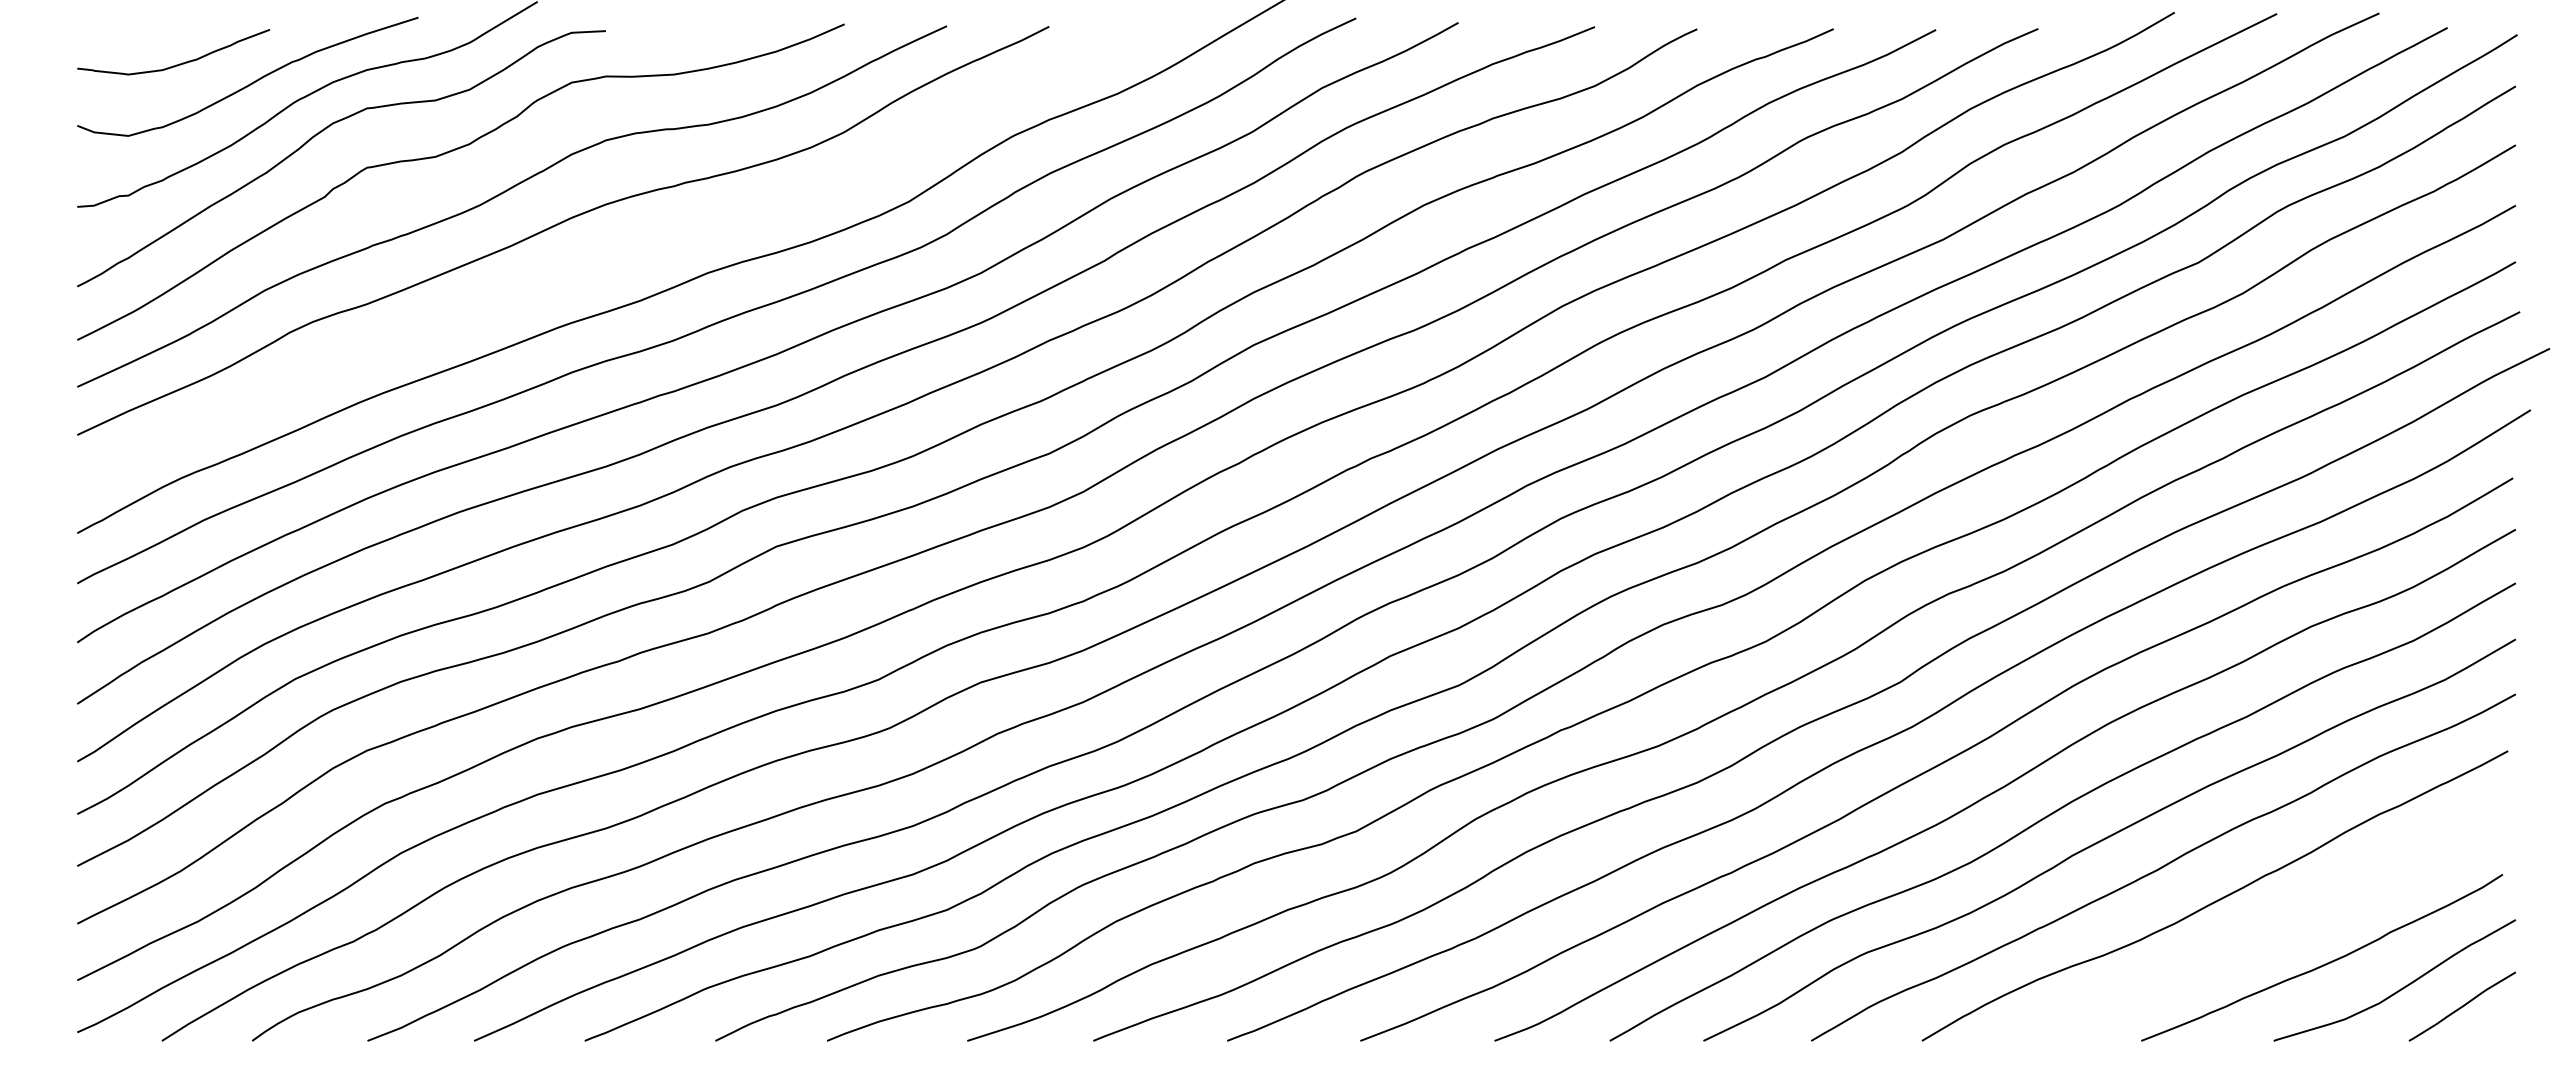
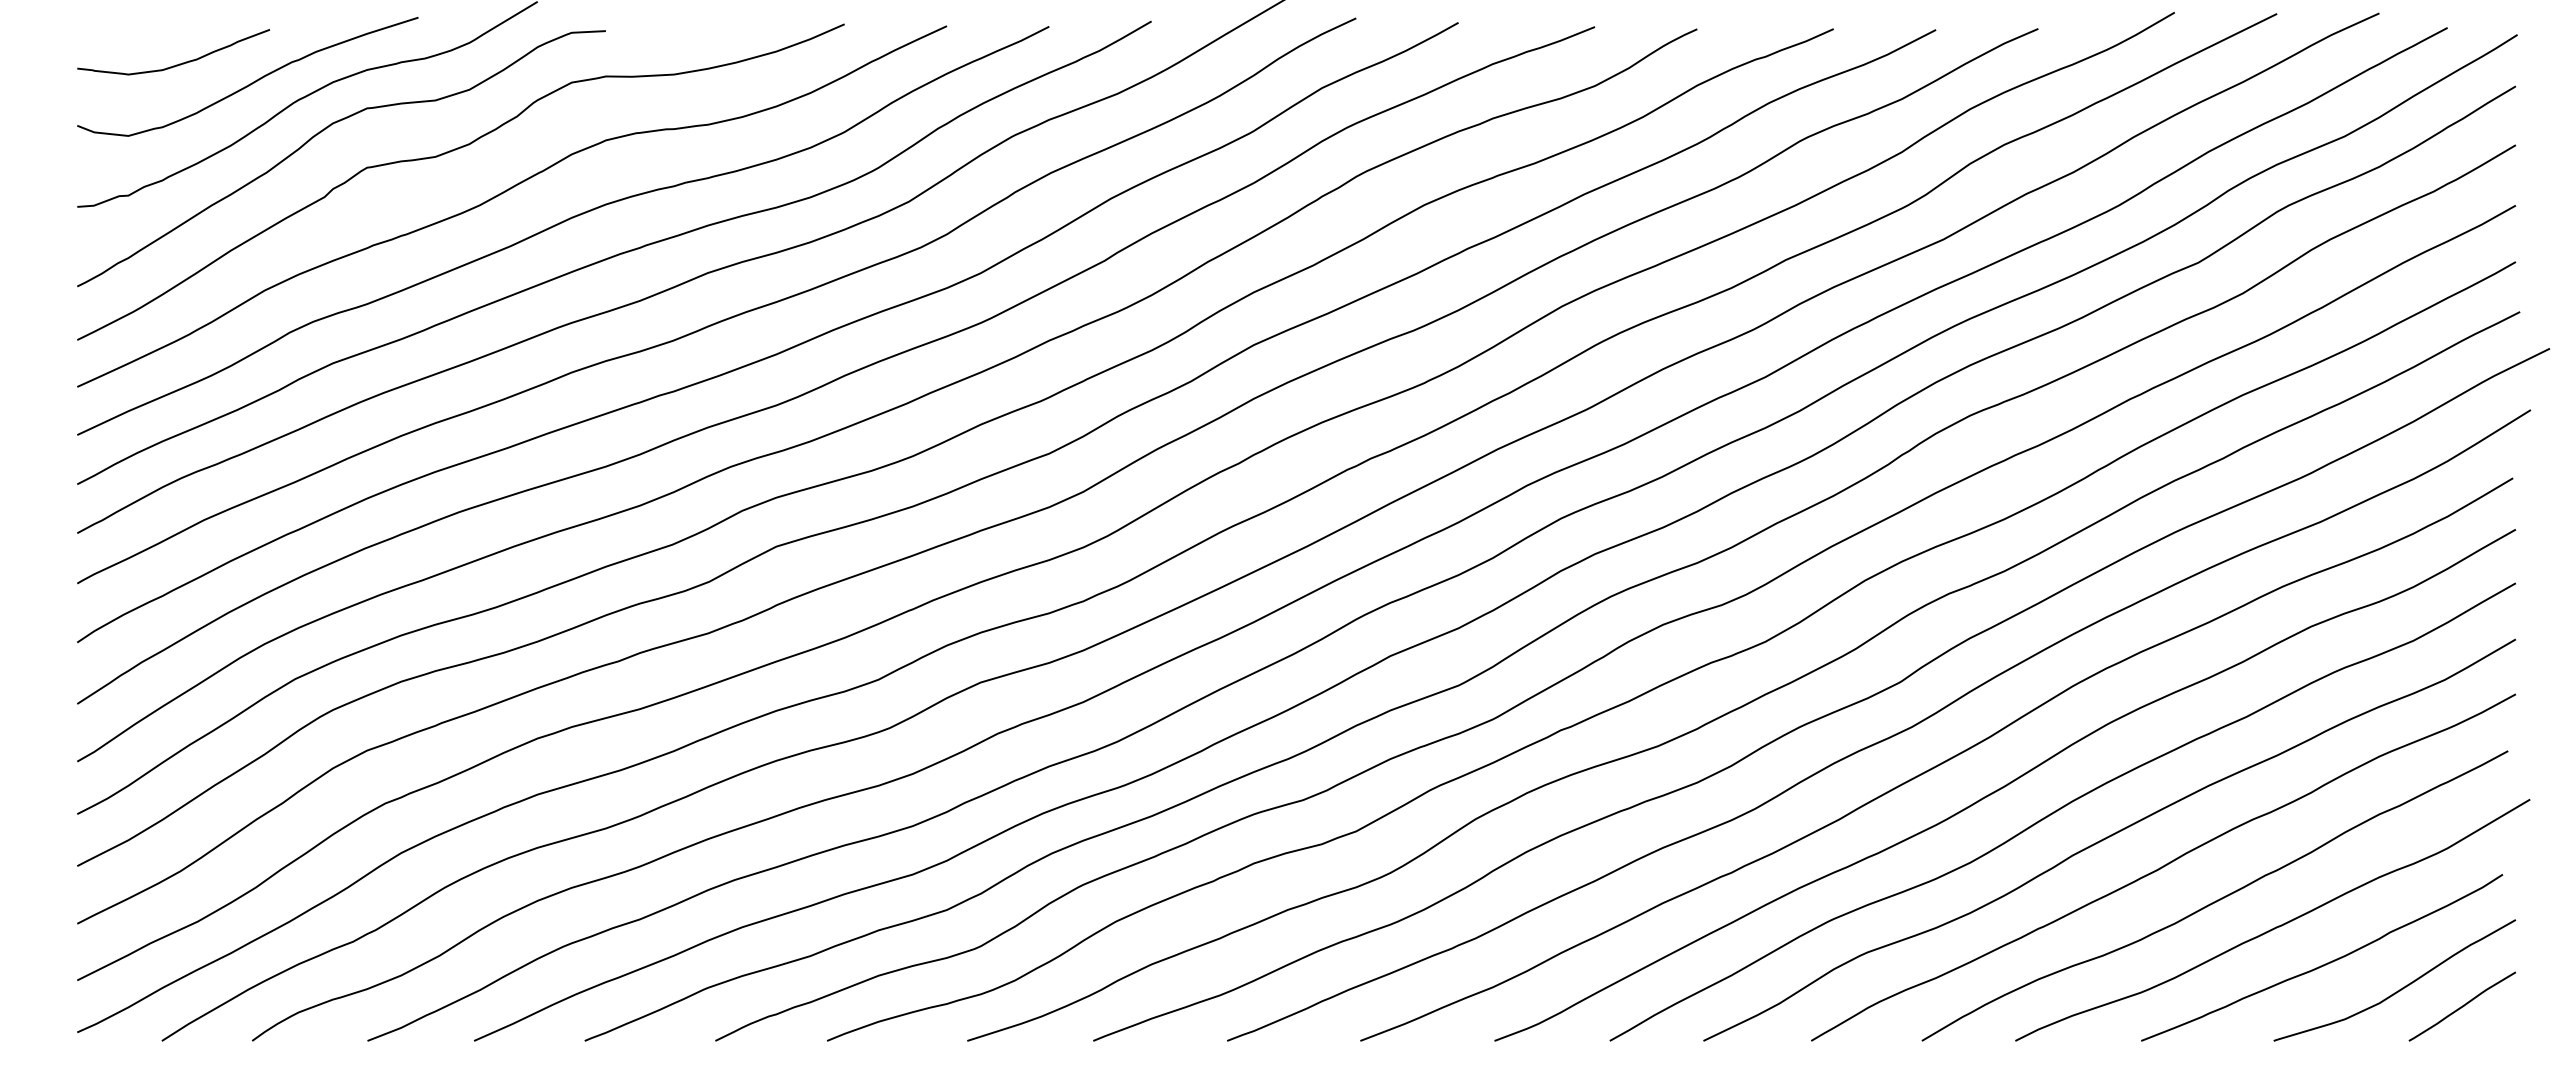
curve at (615, 254): none -> present
curve at (2276, 926): none -> present
